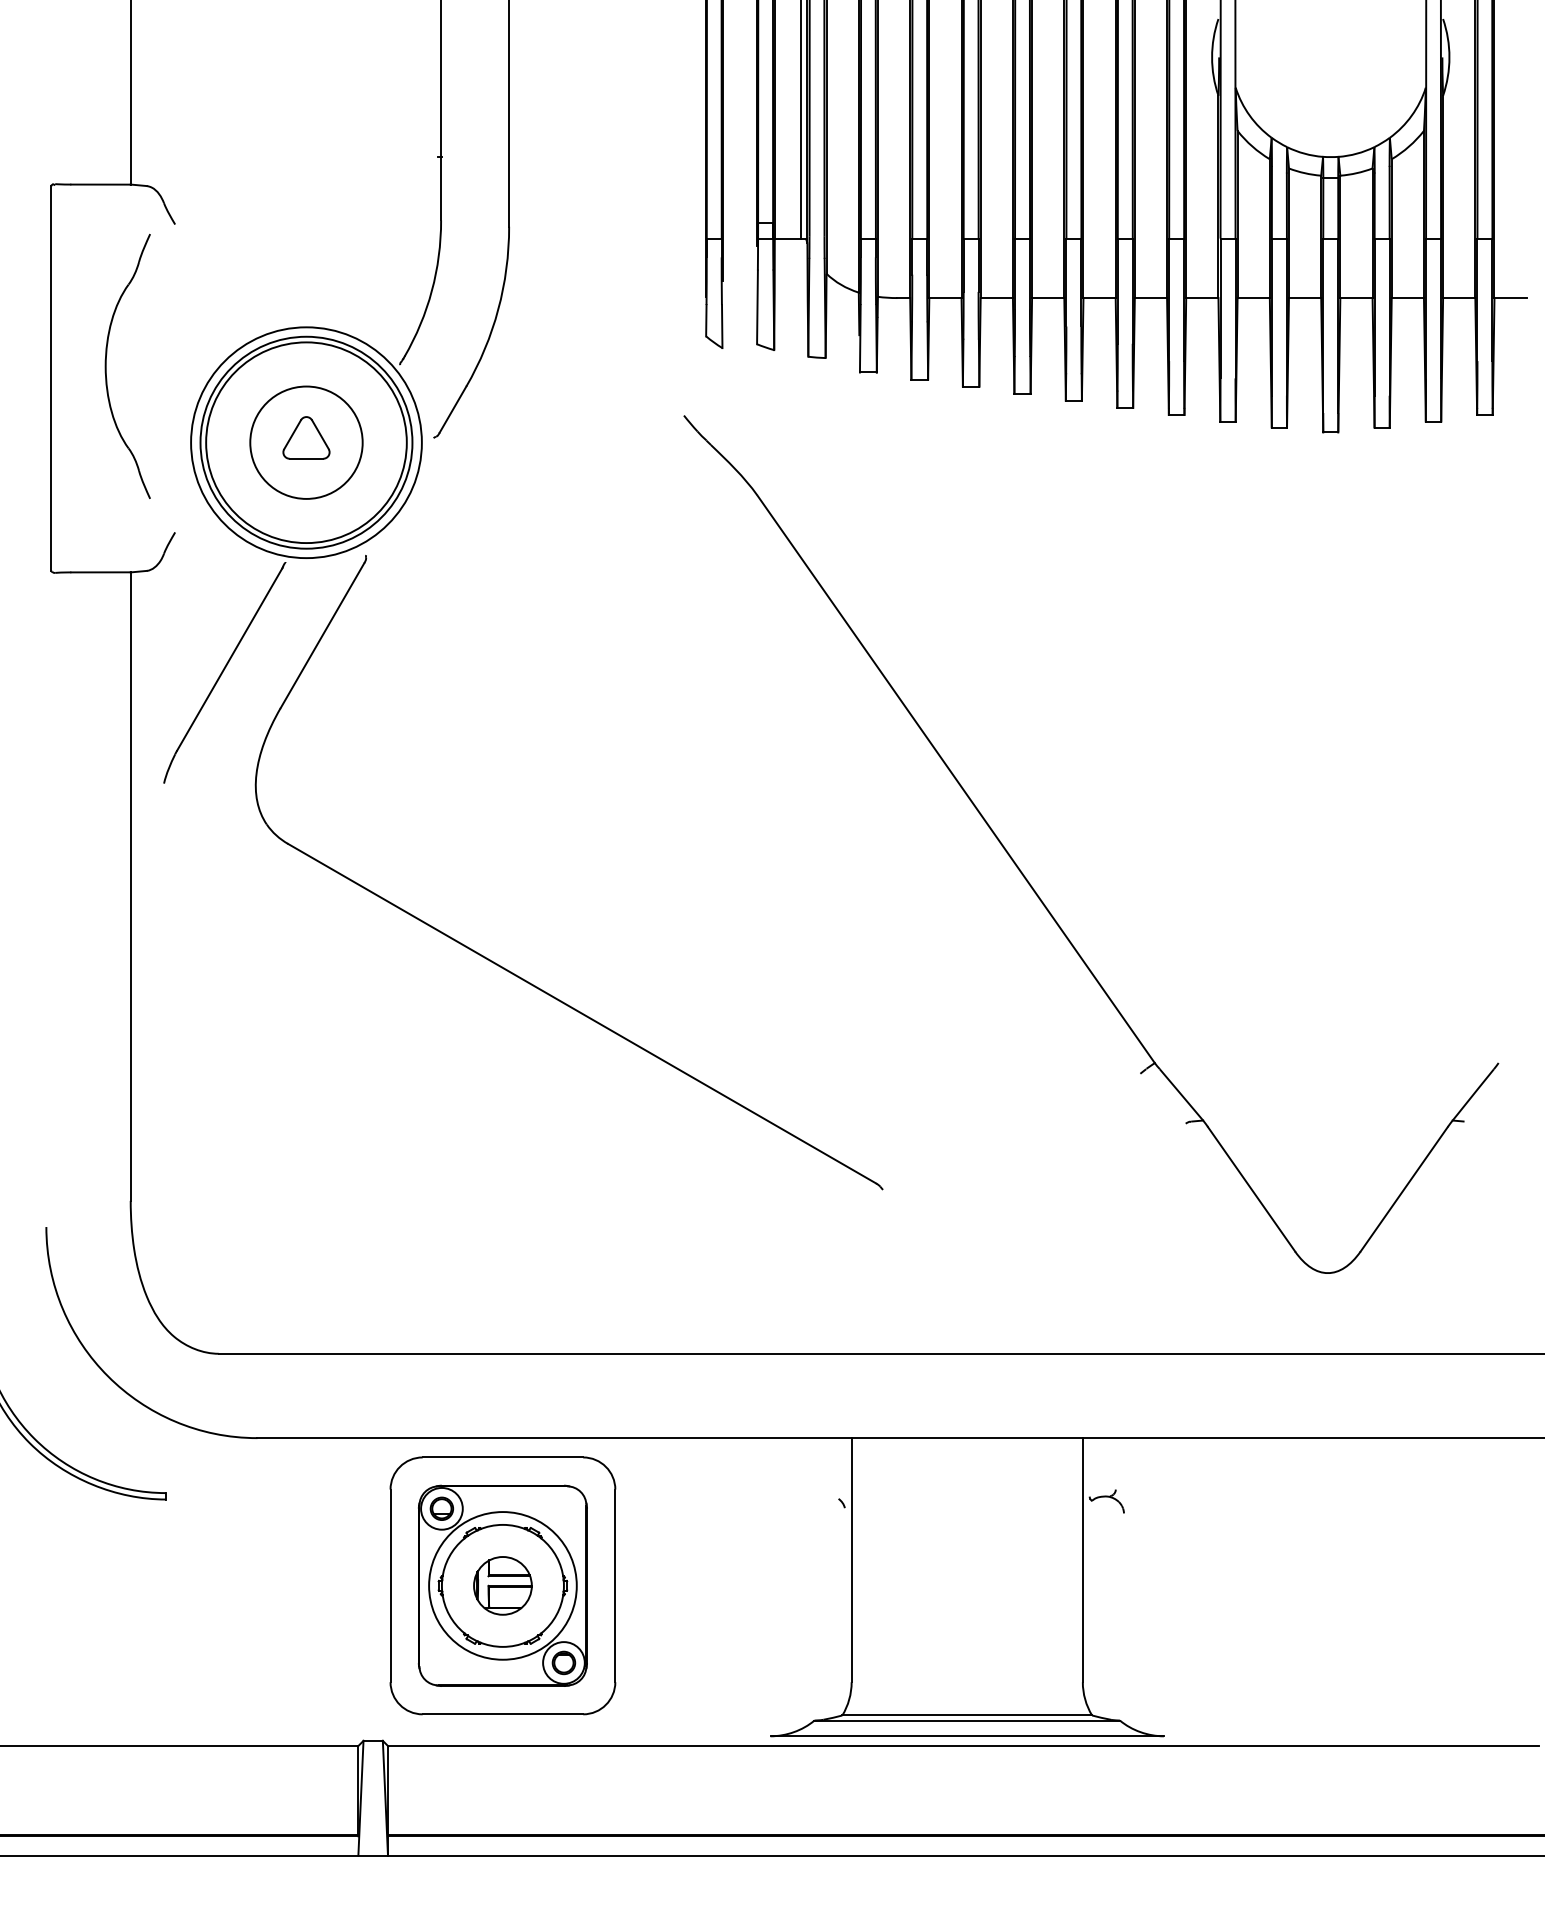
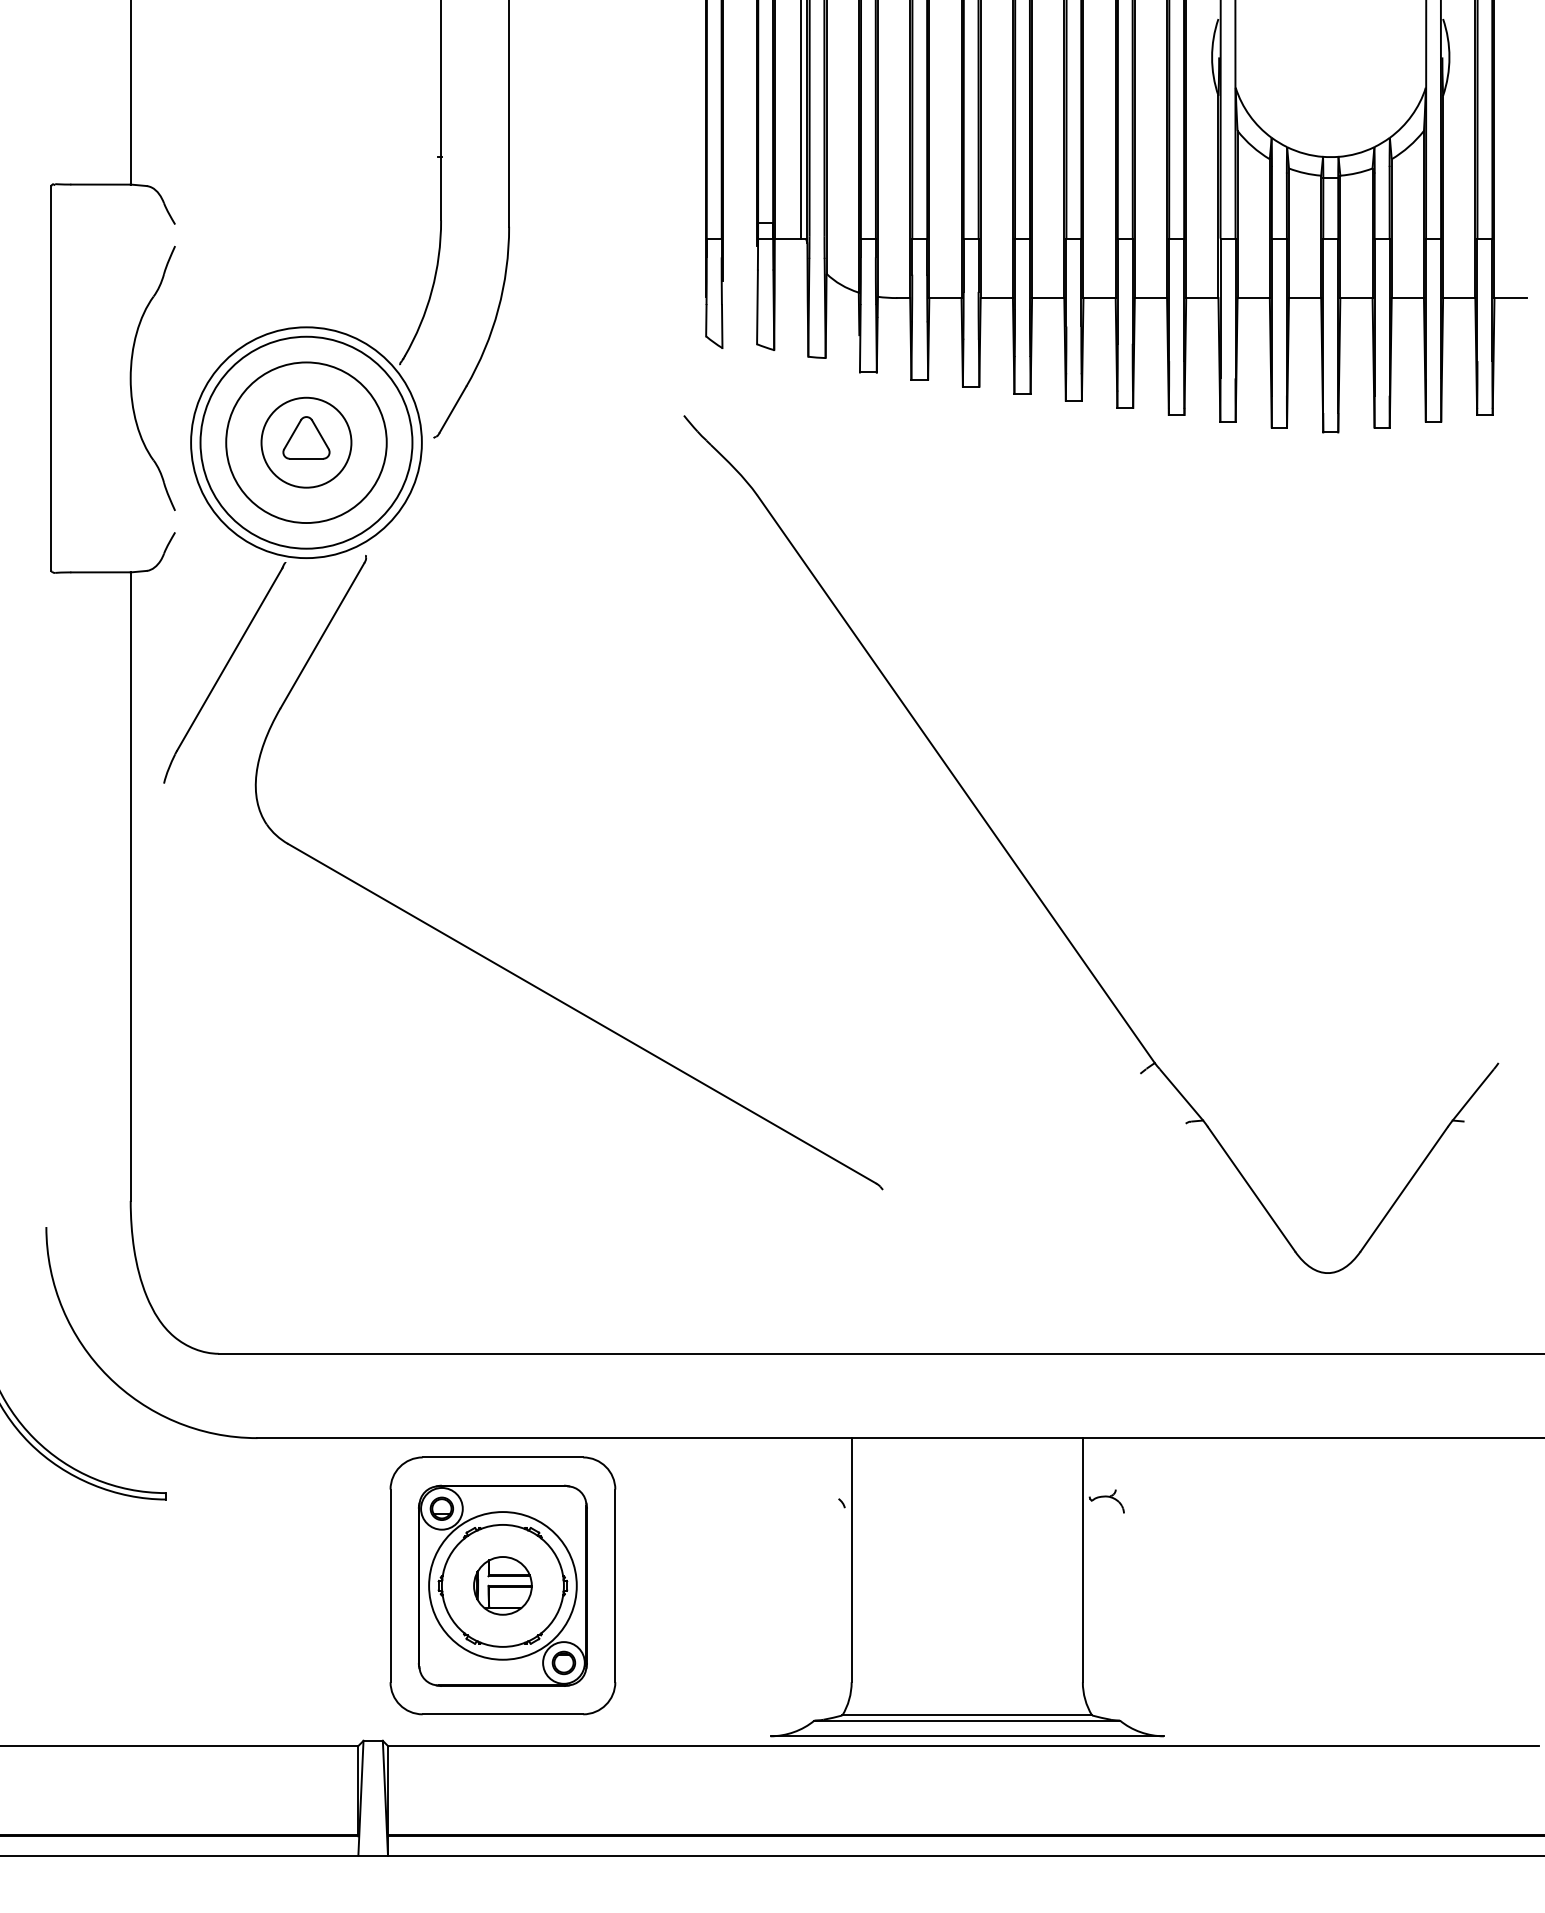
part at (106, 365) position: (106, 365) -> (131, 377)
circle at (306, 442) diameter: 112 px -> 90 px
circle at (306, 442) diameter: 201 px -> 161 px
